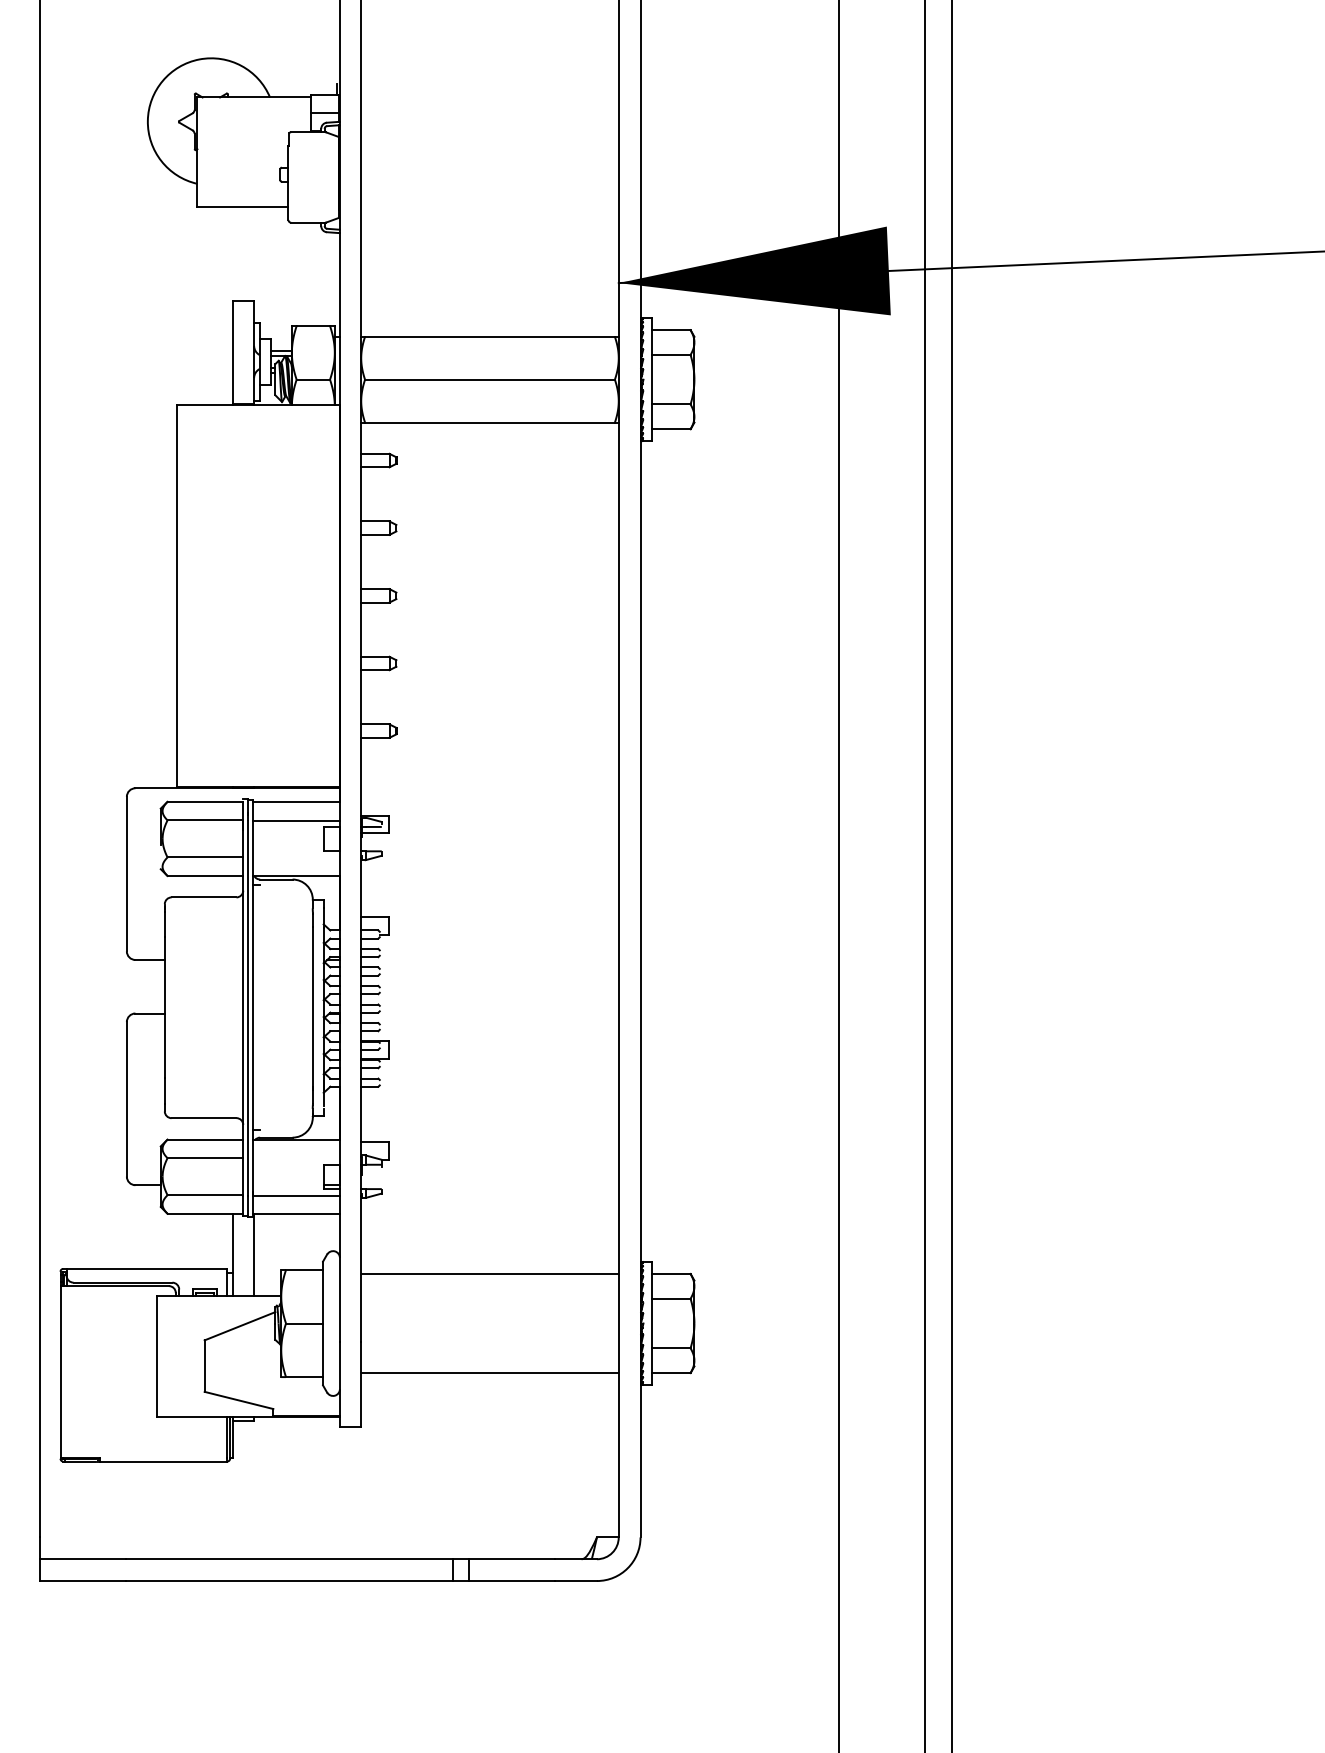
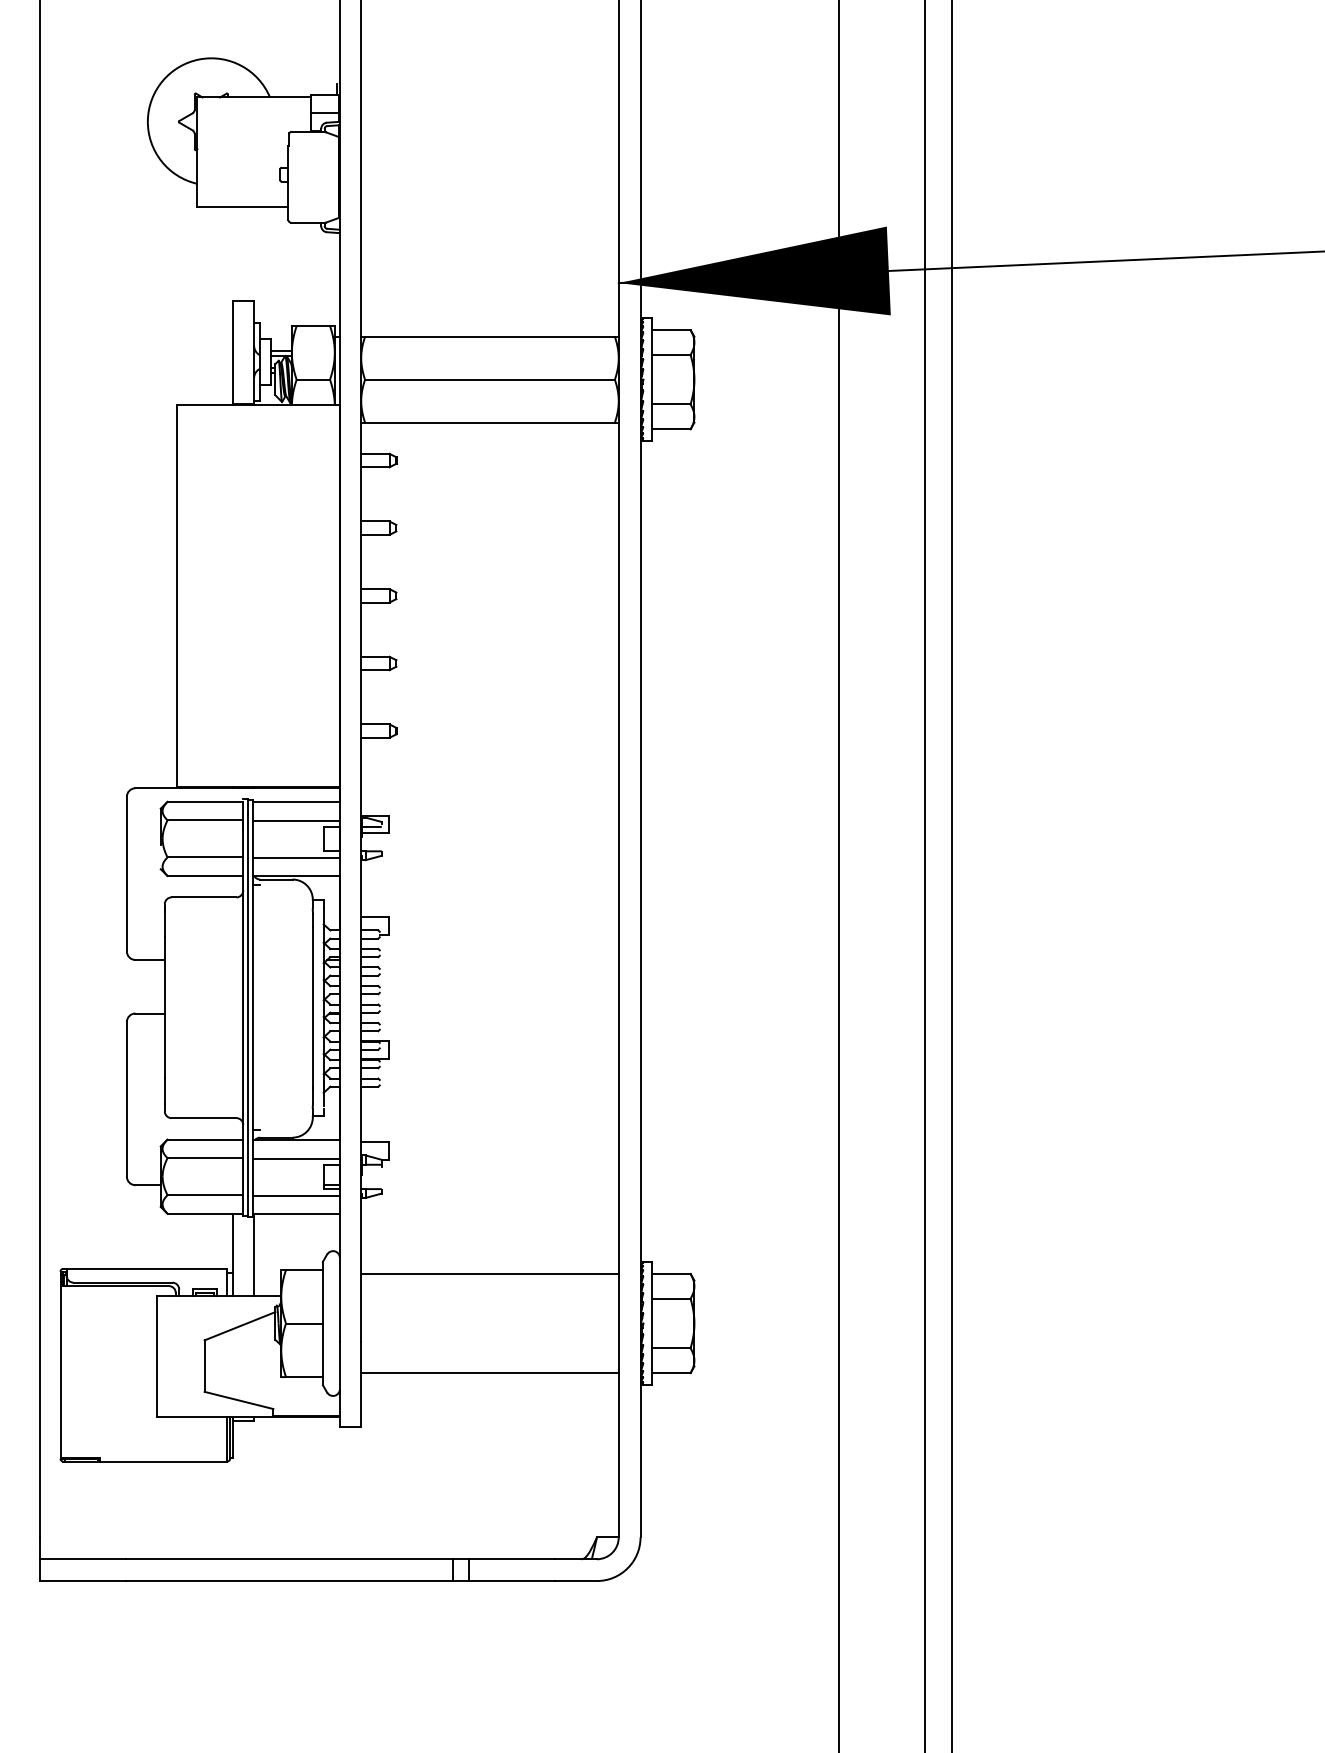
line at (296, 857): none -> present
line at (296, 1159): none -> present
